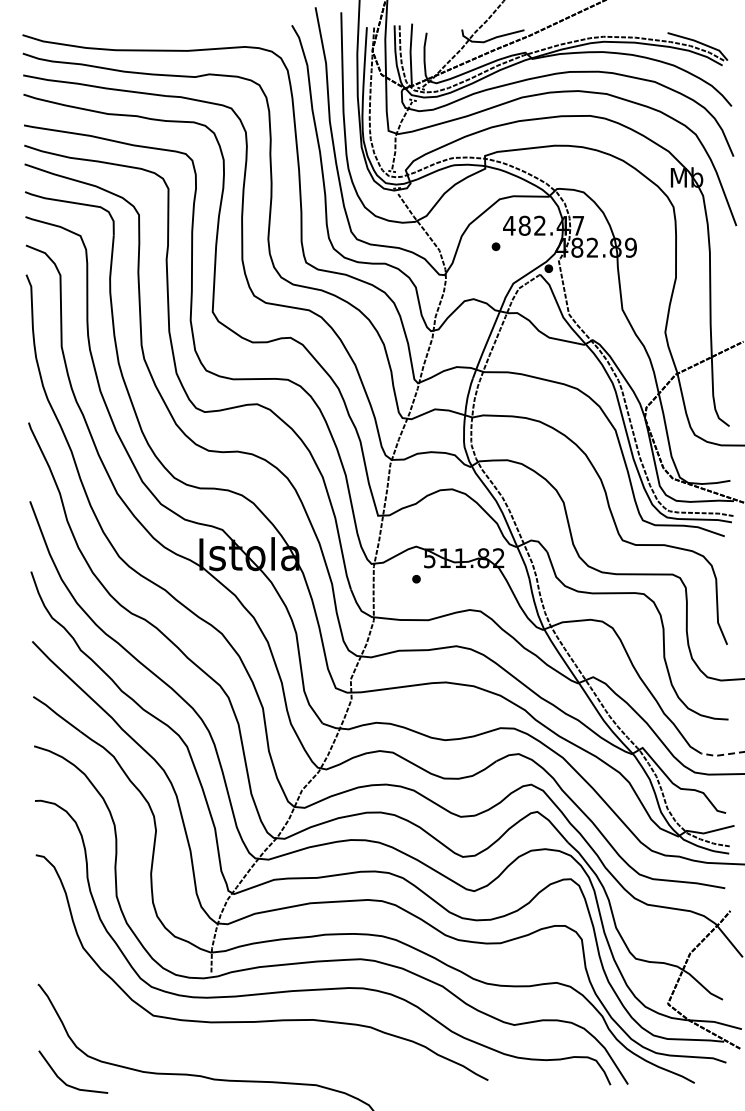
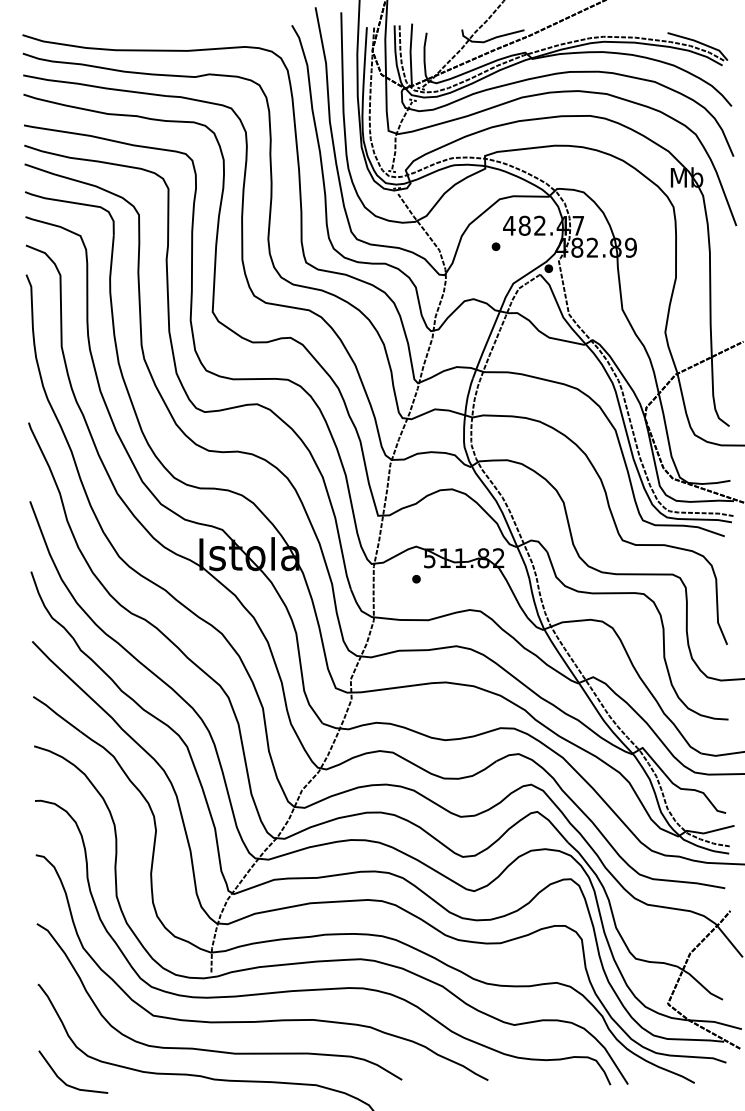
line at (721, 755): dashed -> solid
curve at (210, 1049): none -> present
